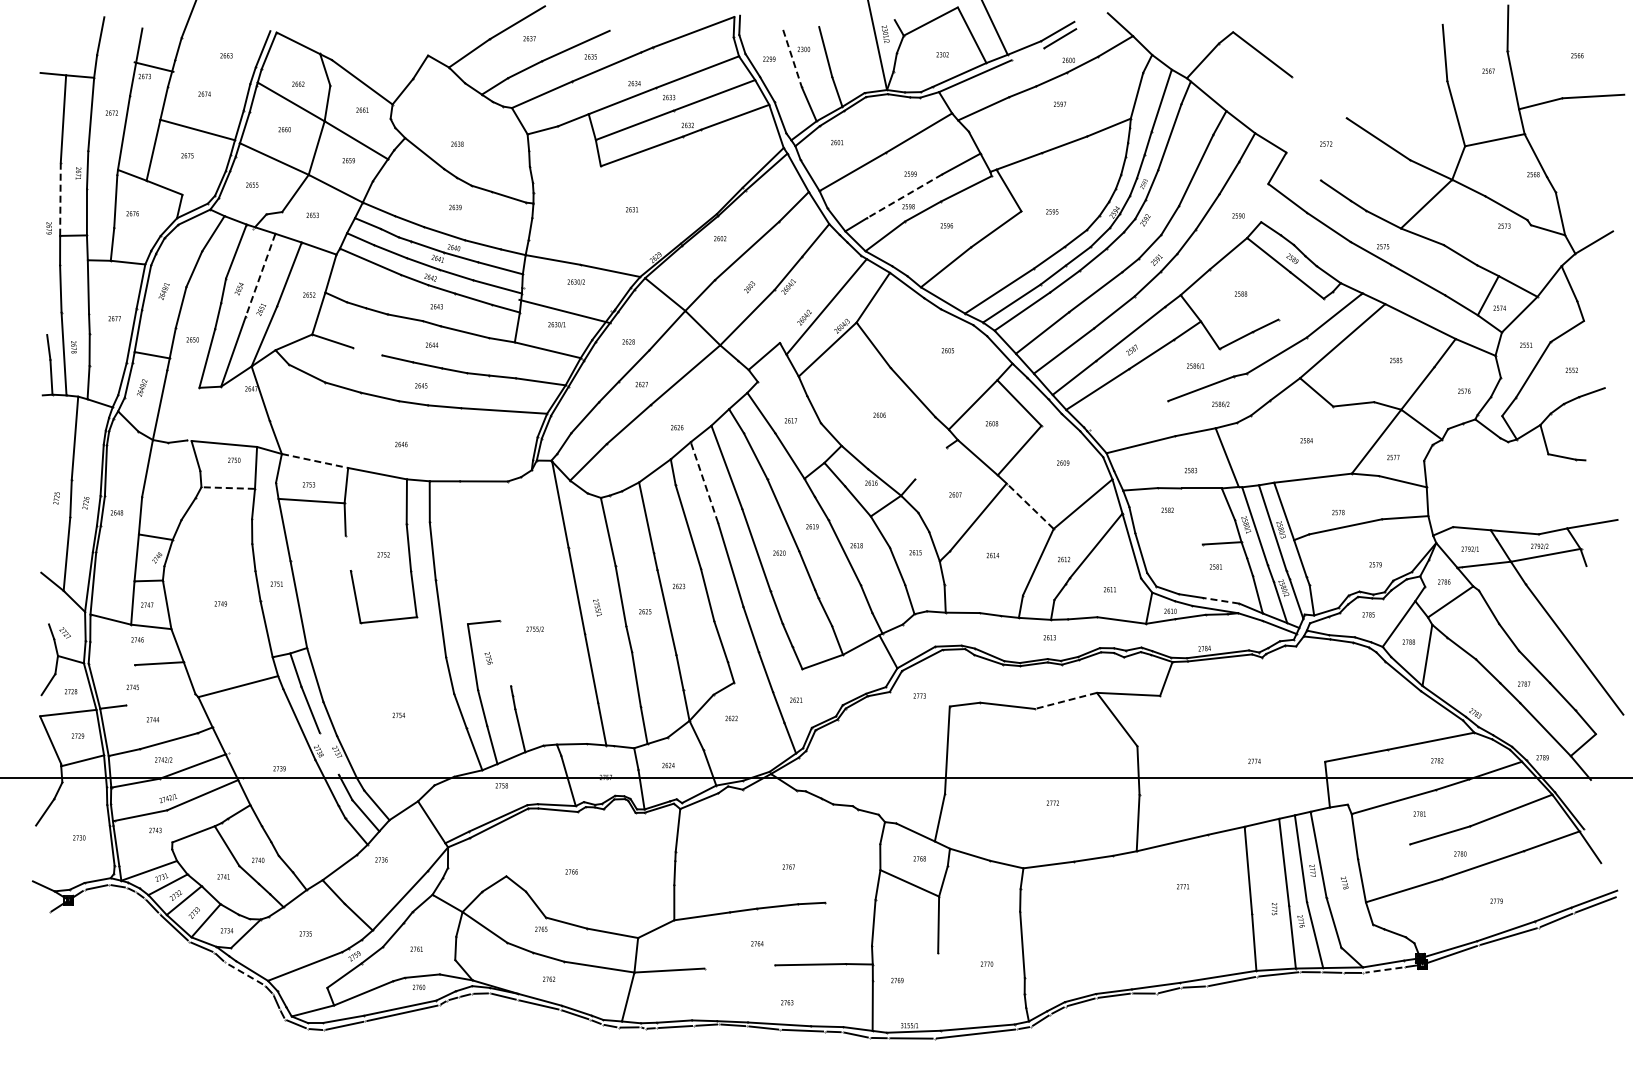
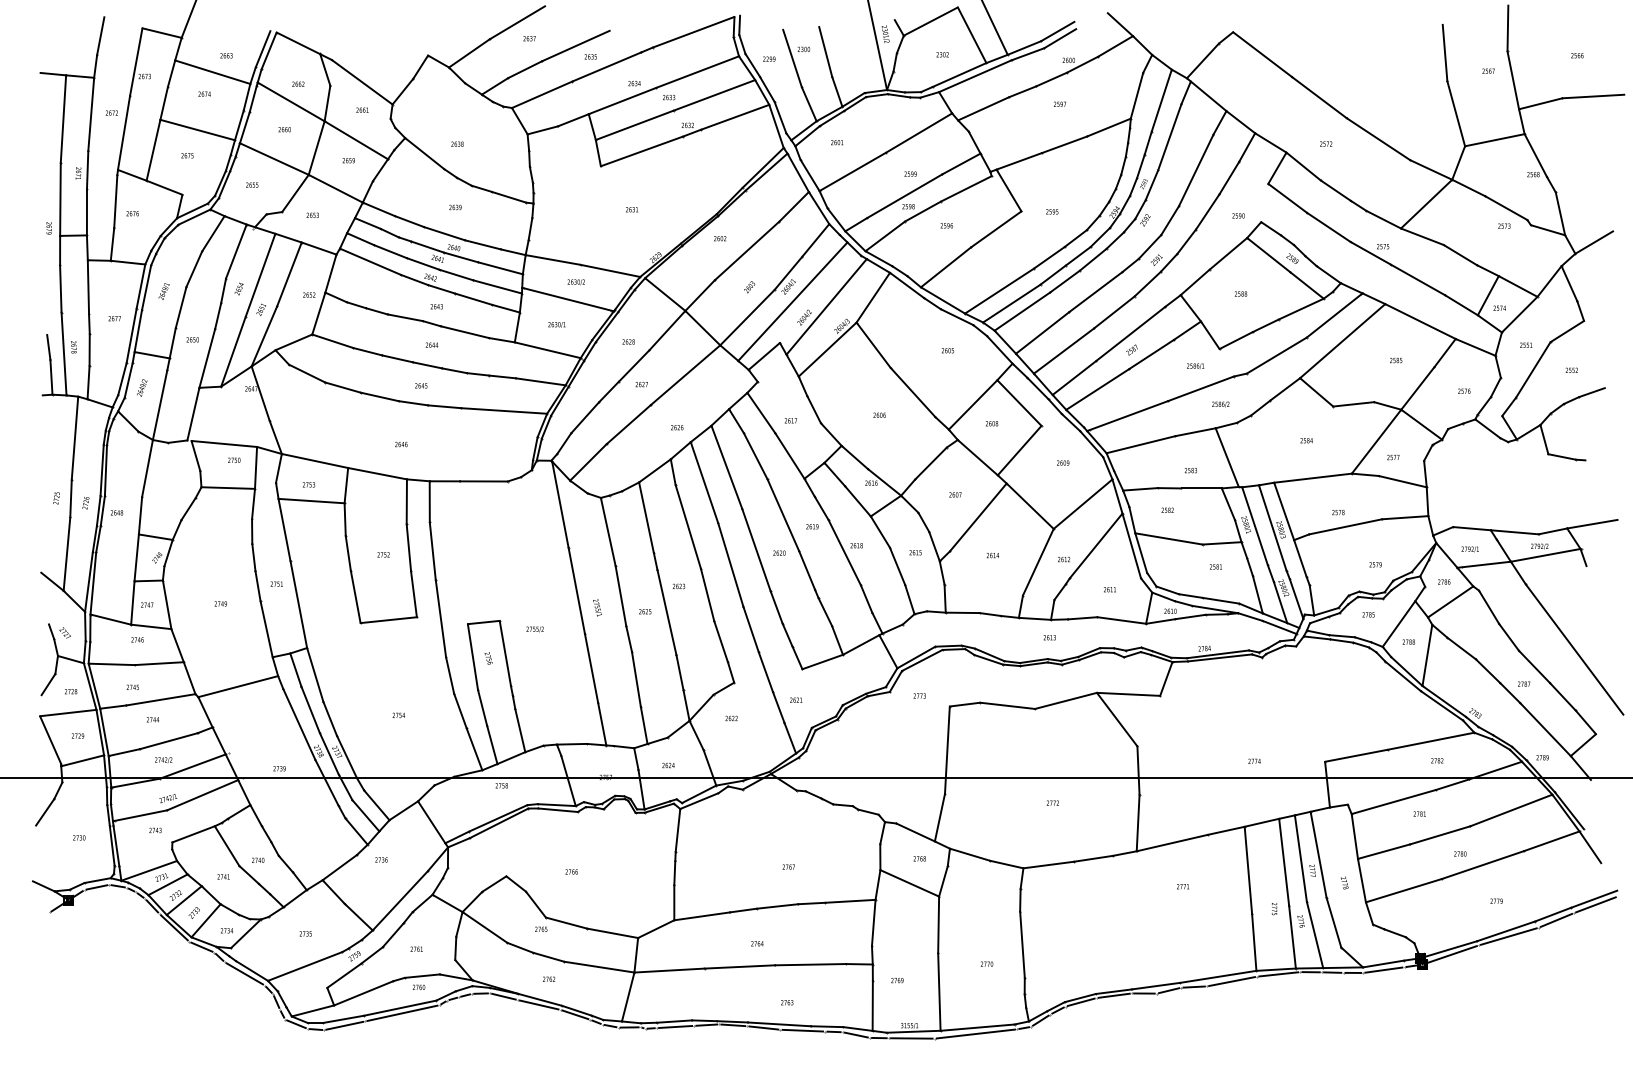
line at (1027, 54): none -> present
line at (792, 59): dashed -> solid
line at (153, 66) position: (153, 66) -> (161, 32)
line at (212, 71): none -> present
line at (1319, 97): none -> present
line at (1303, 166): none -> present
line at (904, 196): dashed -> solid
line at (60, 199): dashed -> solid
line at (260, 275): dashed -> solid
line at (792, 301): none -> present
line at (1300, 308): none -> present
line at (564, 311) position: (564, 311) -> (567, 299)
line at (367, 351): none -> present
line at (193, 414): none -> present
line at (1127, 415): none -> present
line at (315, 460): dashed -> solid
line at (930, 463): none -> present
line at (704, 482): dashed -> solid
line at (228, 488): dashed -> solid
line at (1029, 505): dashed -> solid
line at (1168, 538): none -> present
line at (347, 553): none -> present
line at (1220, 600): dashed -> solid
line at (504, 653): none -> present
line at (111, 664): none -> present
line at (160, 699): none -> present
line at (1065, 700): dashed -> solid
line at (328, 753): none -> present
line at (1383, 851): none -> present
line at (850, 900): none -> present
line at (739, 966): none -> present
line at (1383, 970): dashed -> solid
line at (244, 973): dashed -> solid
line at (939, 991): none -> present
